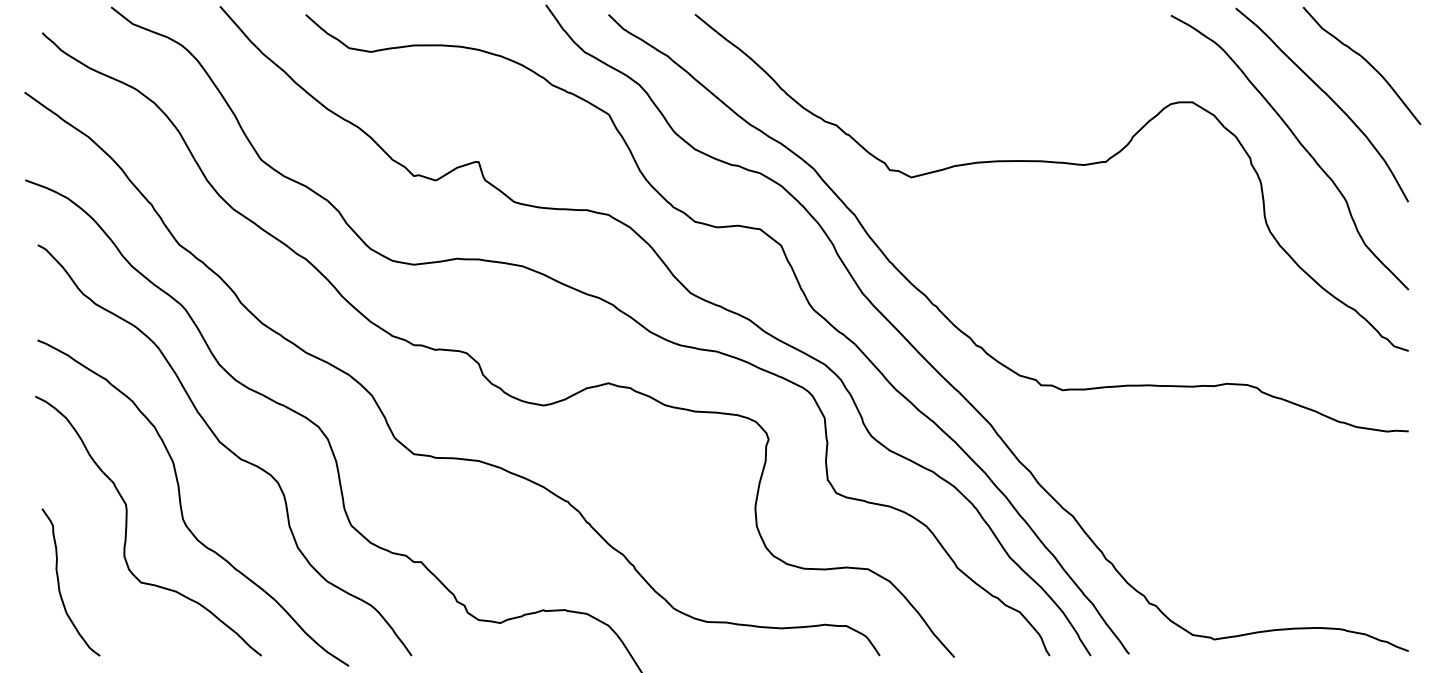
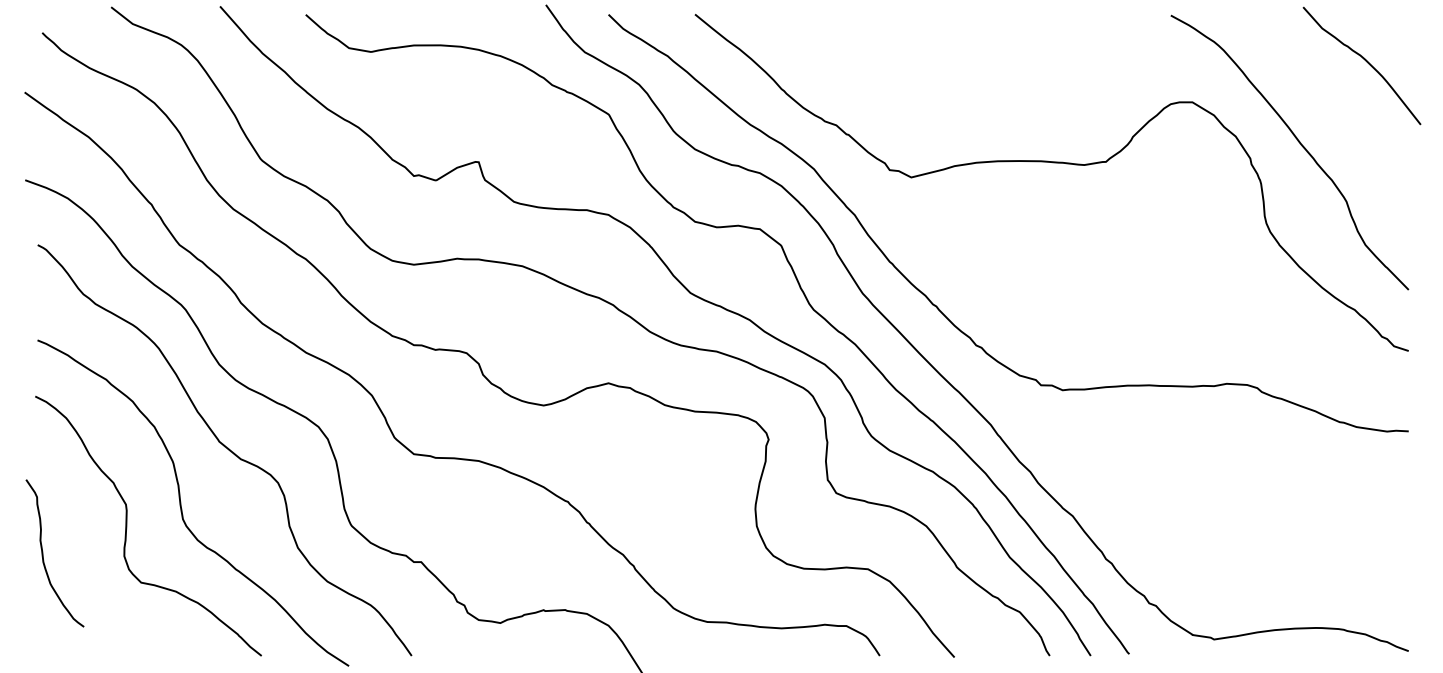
curve at (1328, 97): present -> none
curve at (59, 582) position: (59, 582) -> (43, 553)
